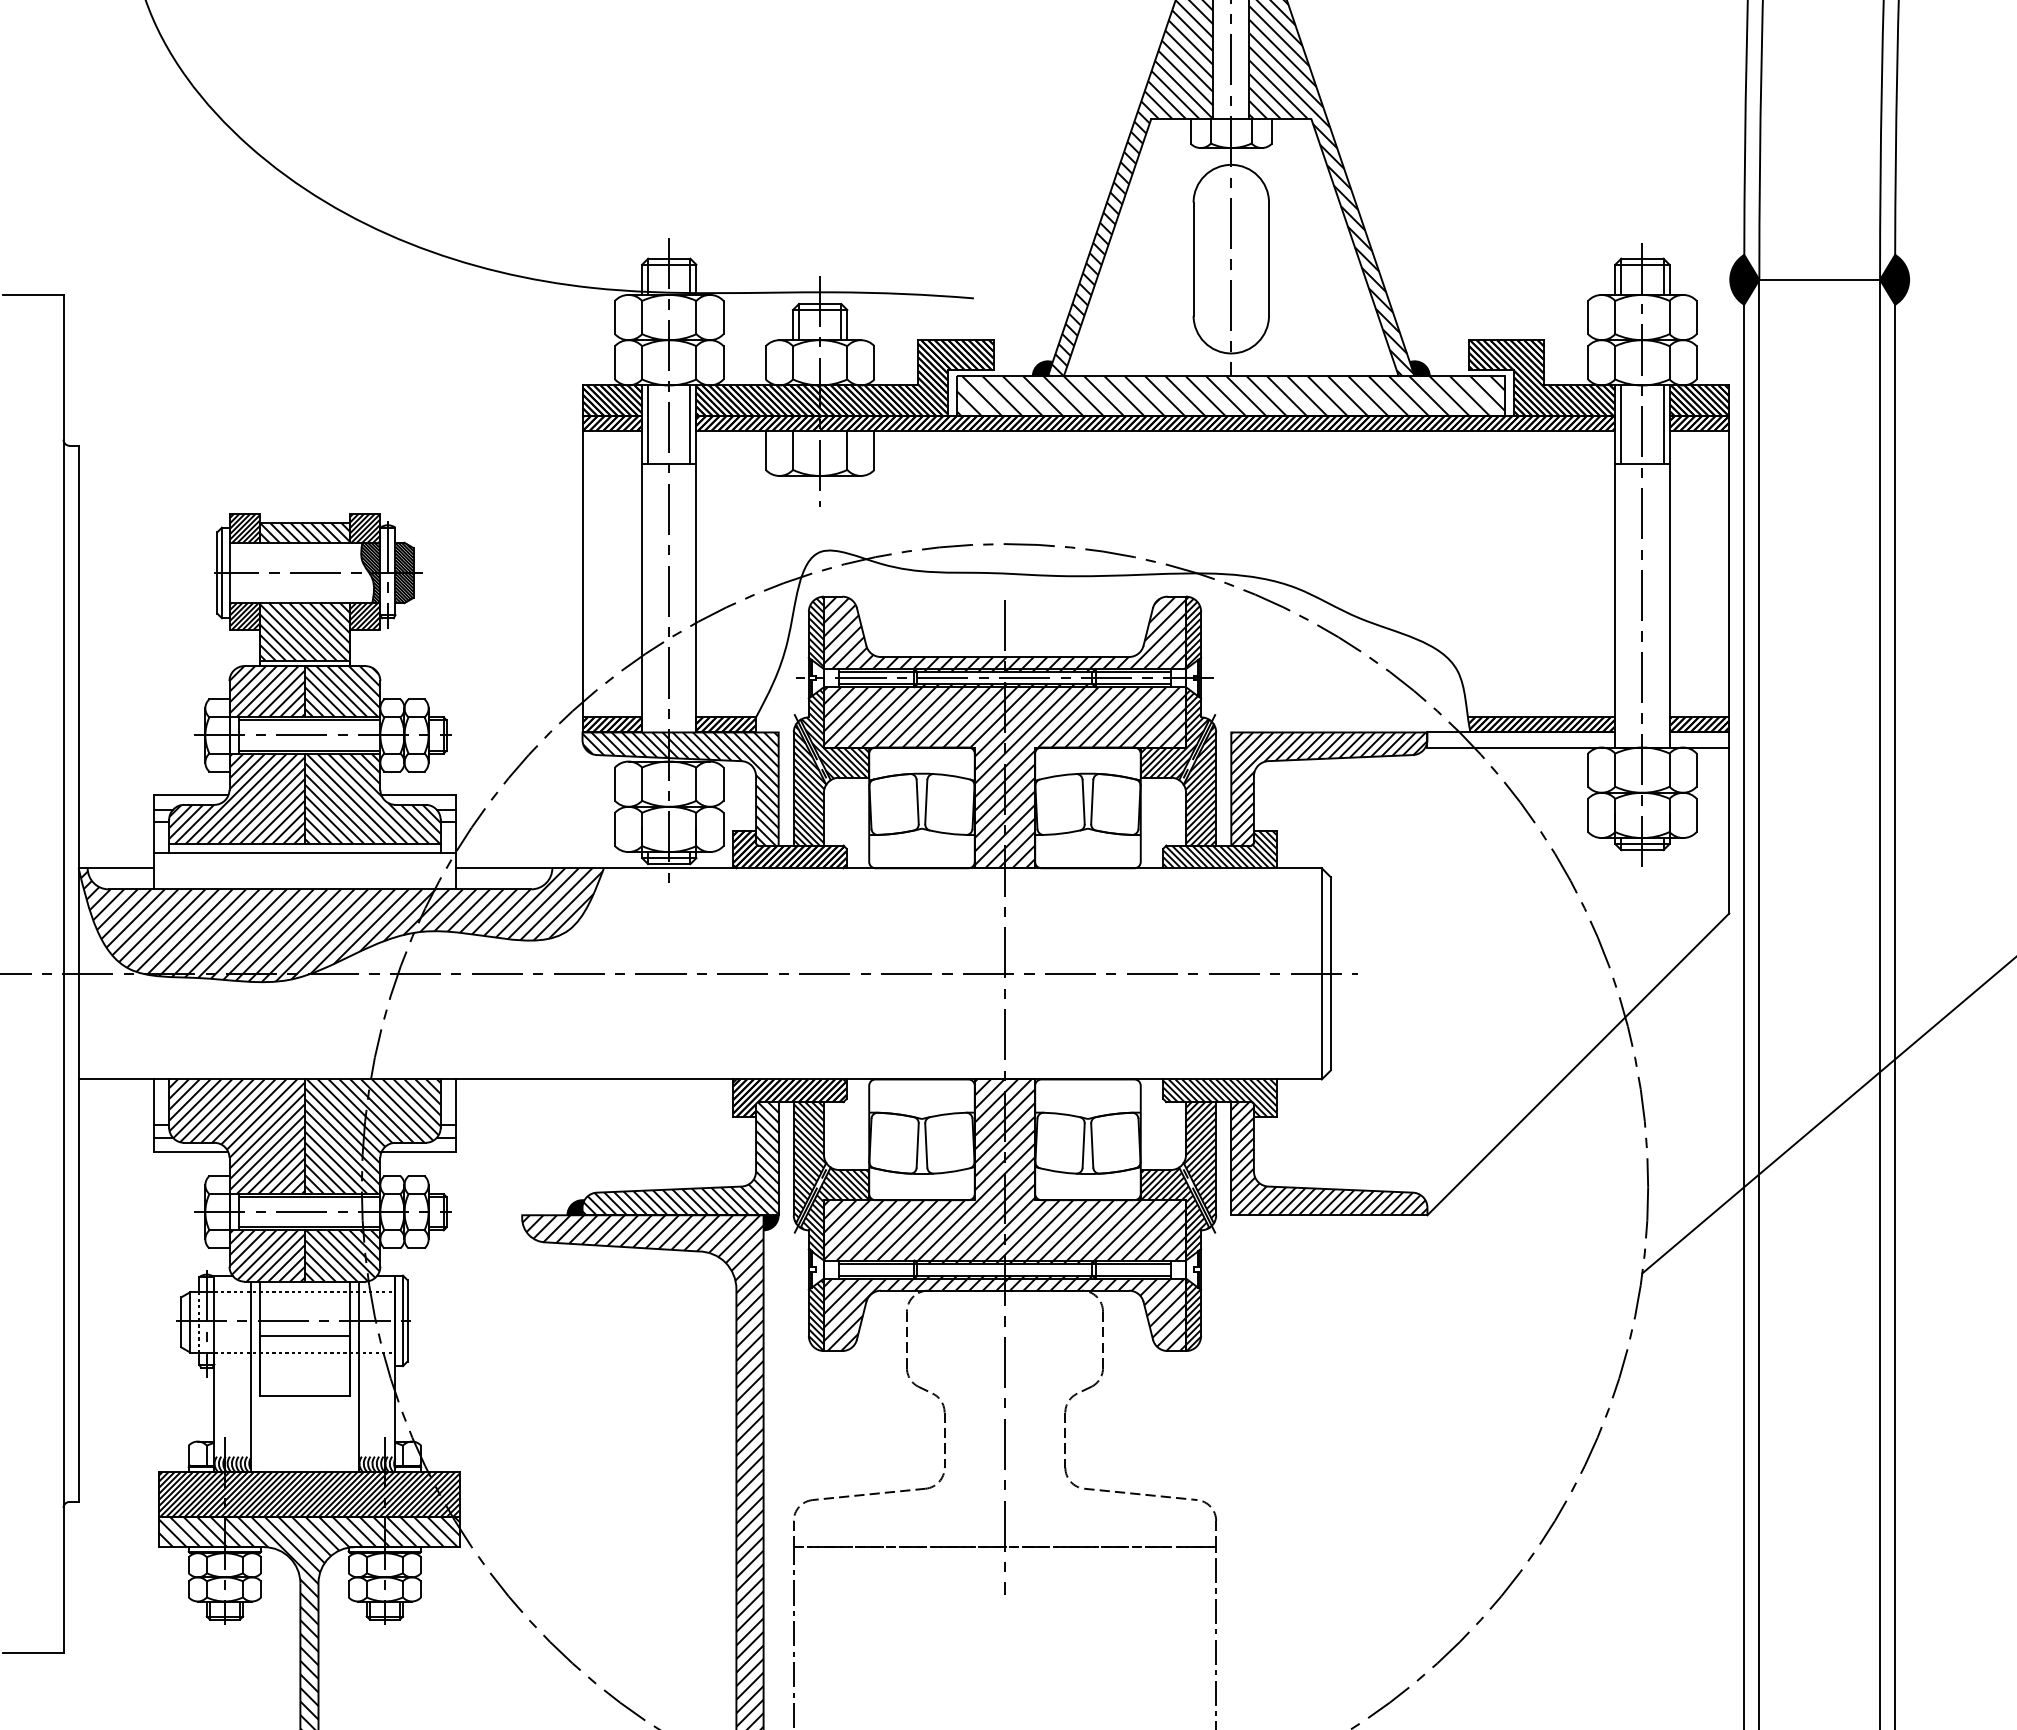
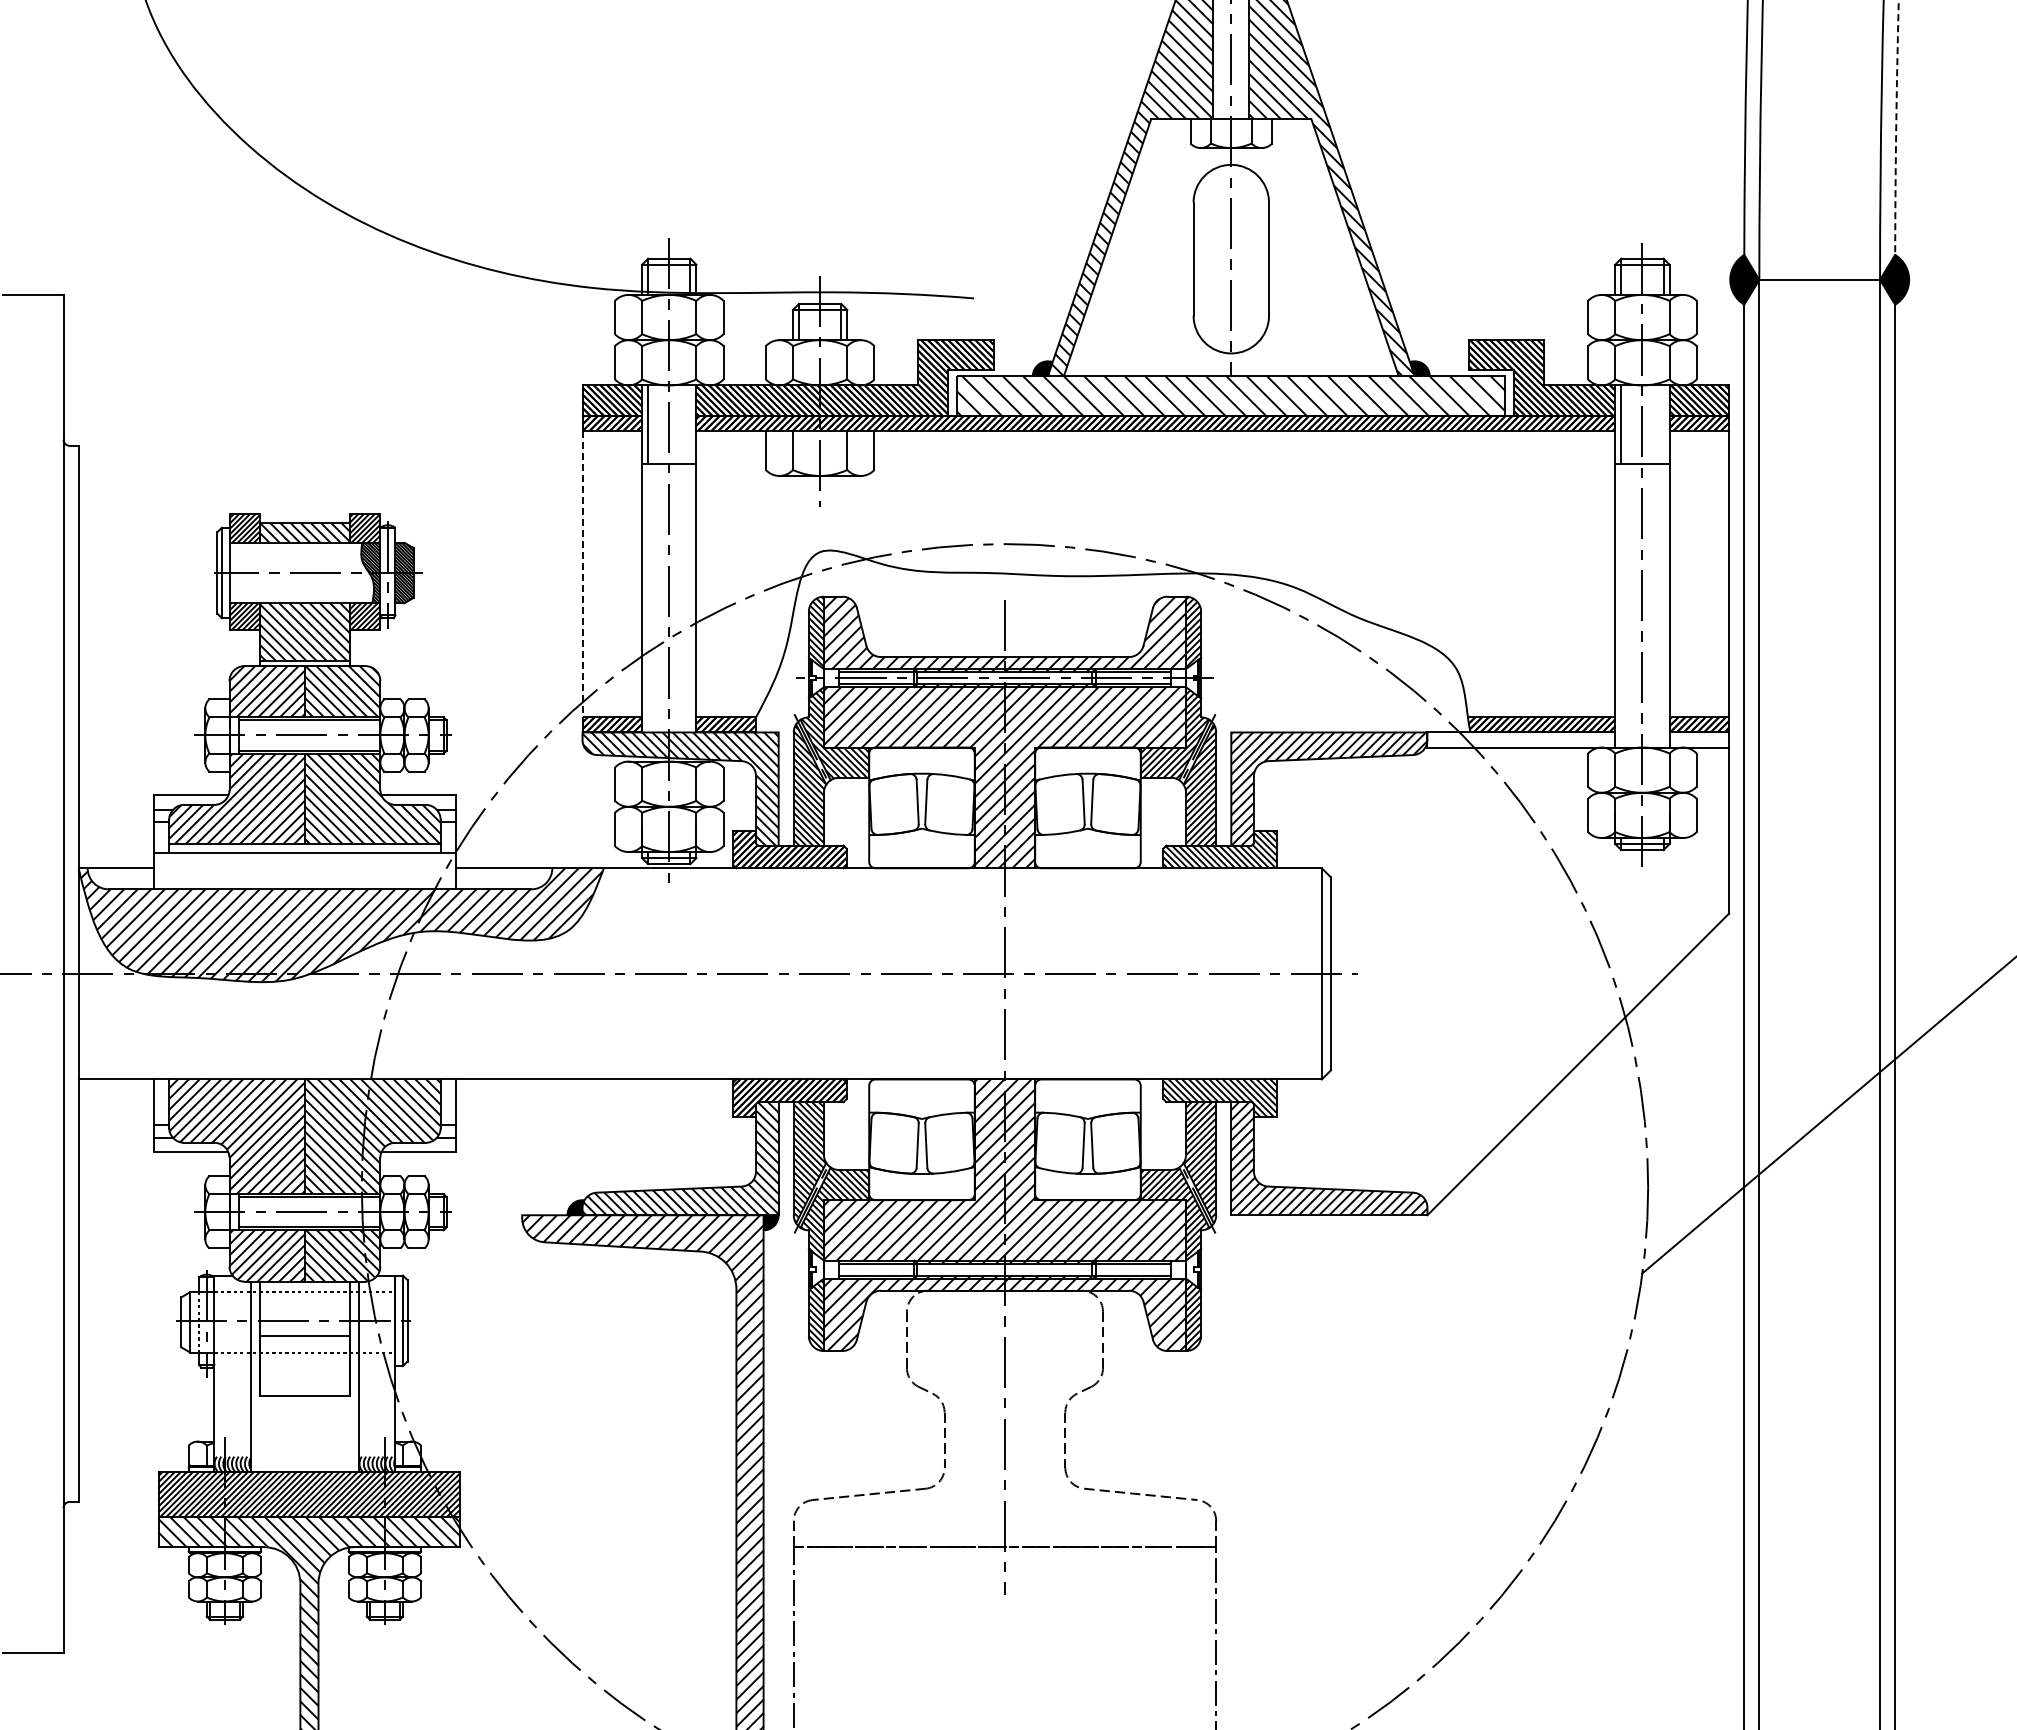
arc at (1896, 128): solid -> dashed
line at (690, 424): present -> none
line at (1663, 424): present -> none
line at (582, 574): solid -> dashed
